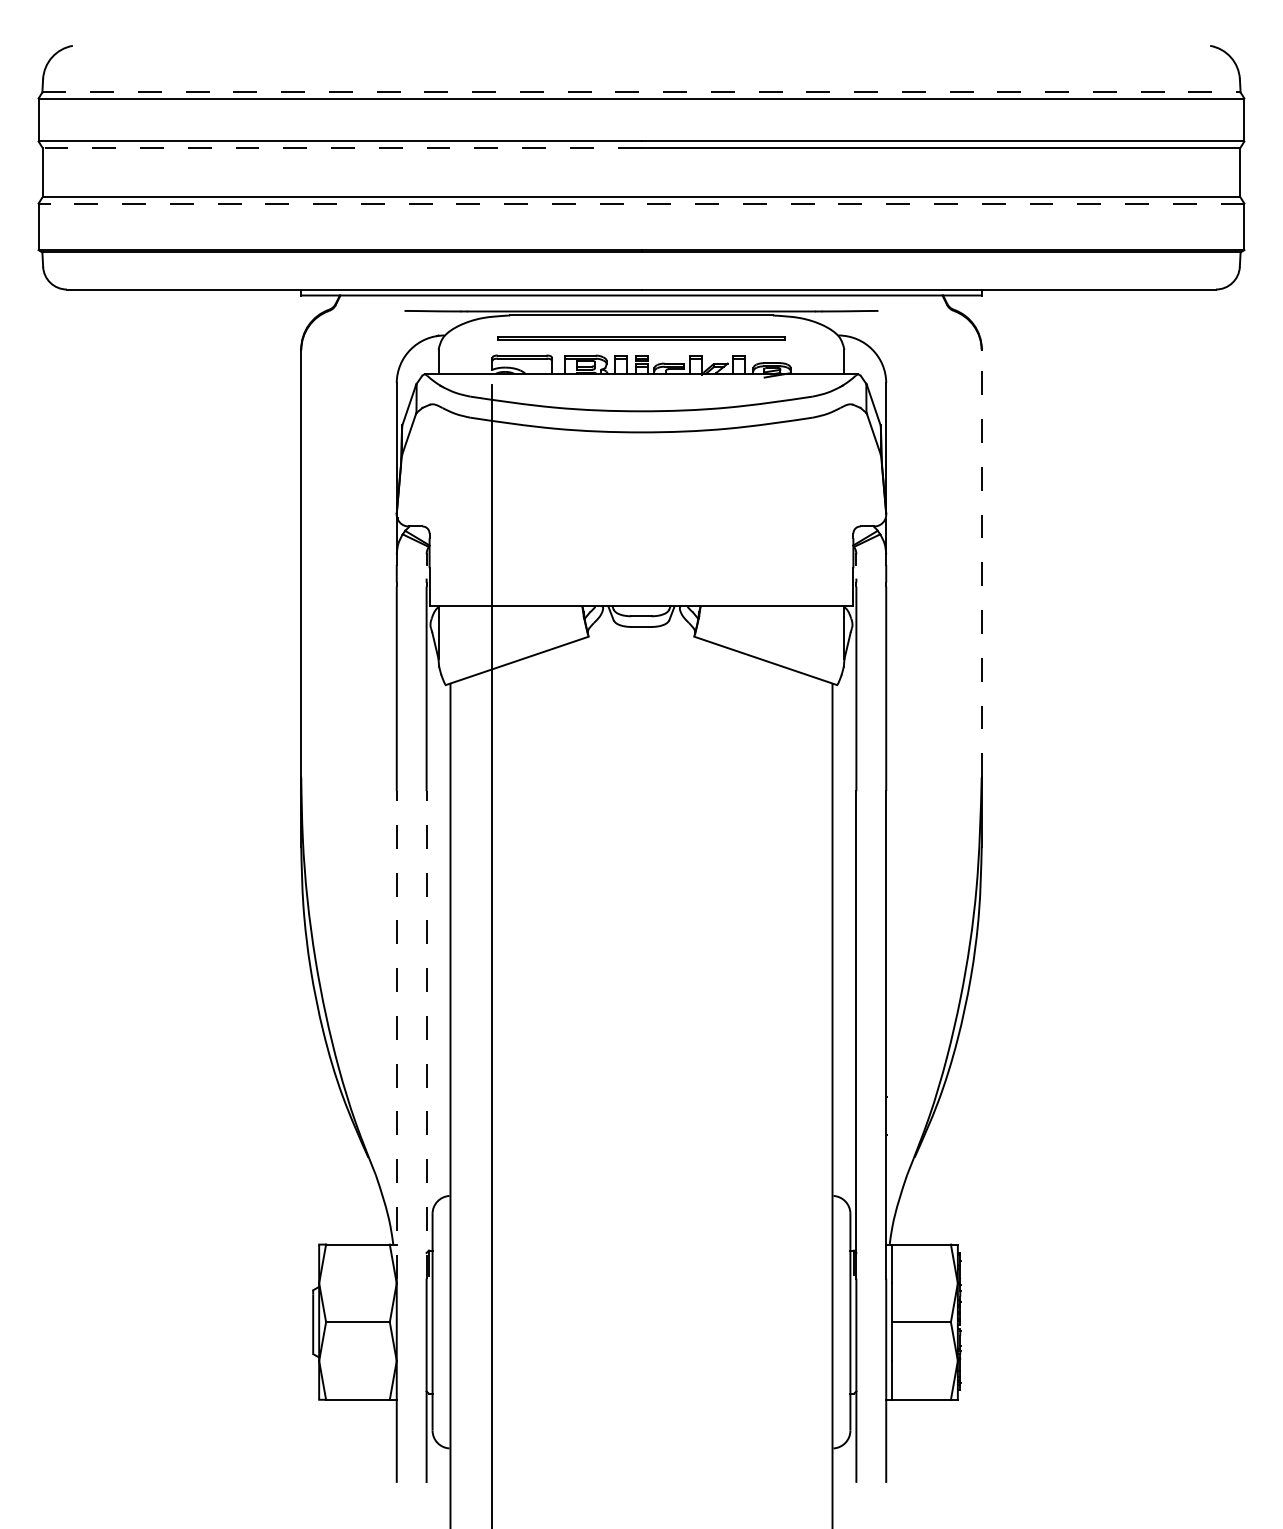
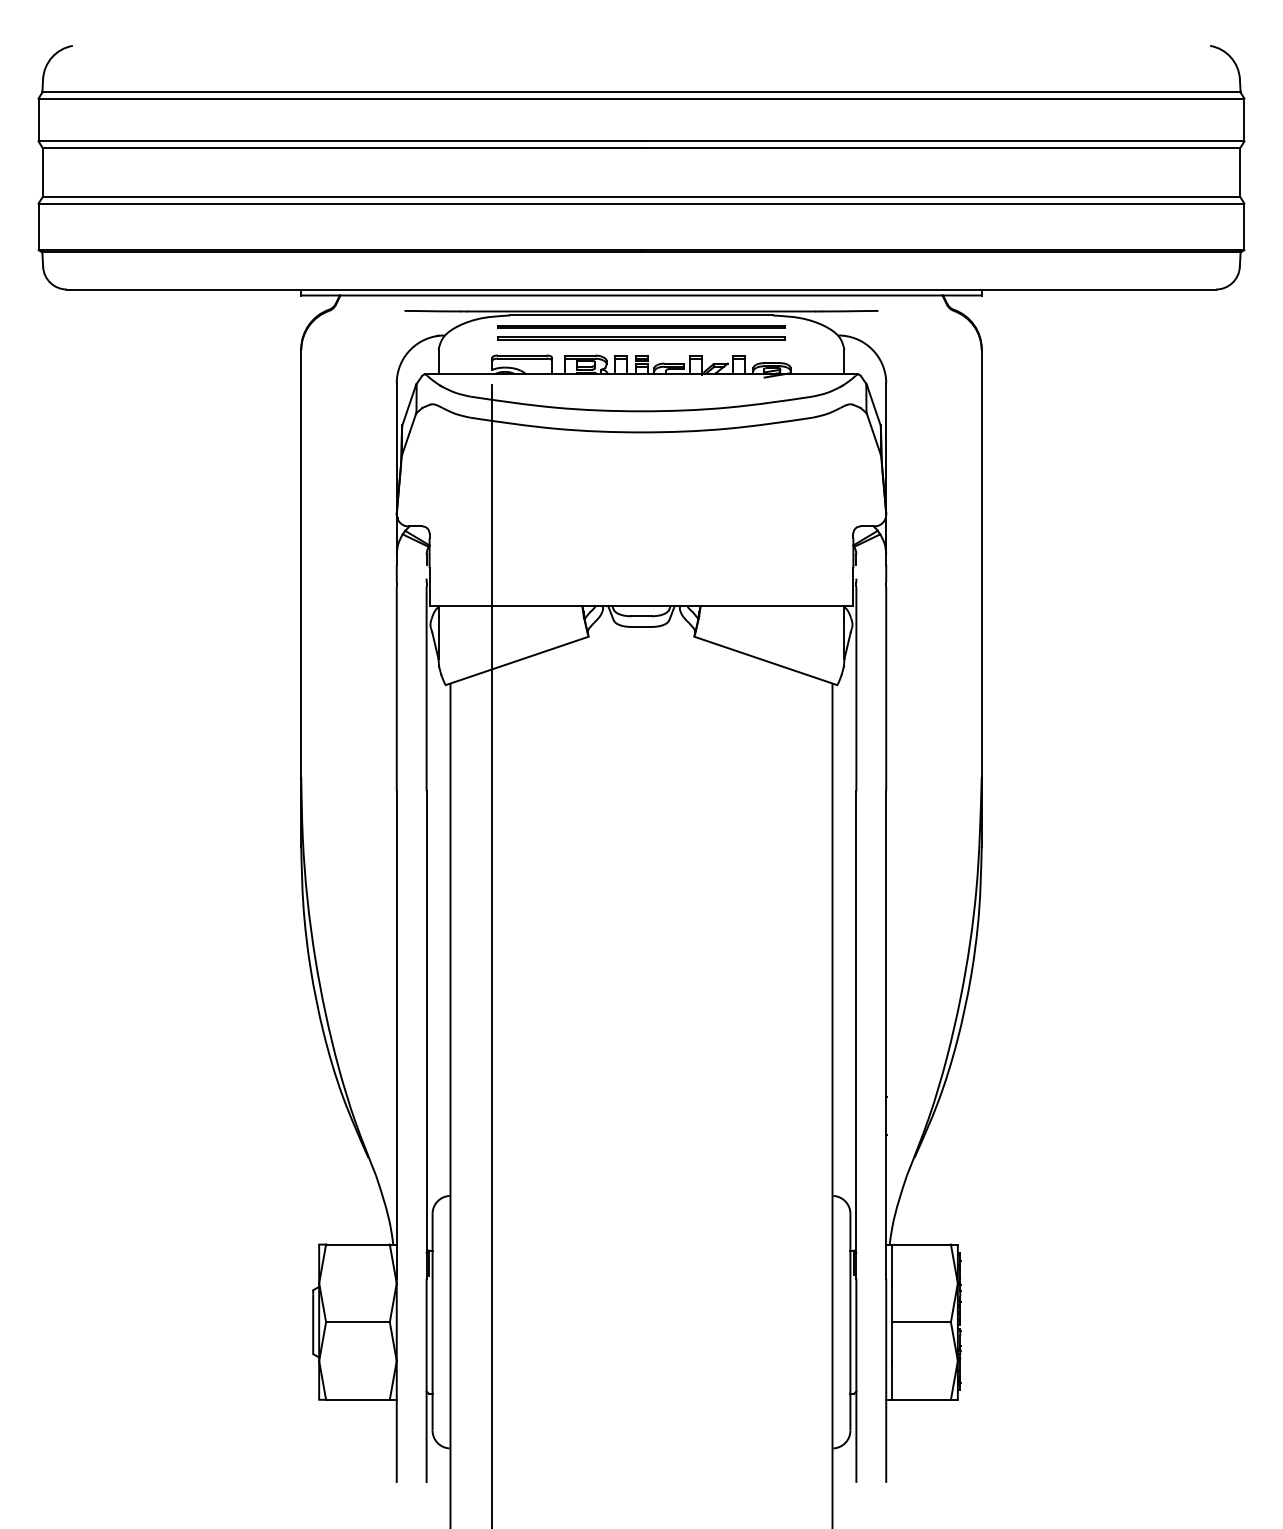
line at (641, 92): dashed -> solid
line at (341, 147): dashed -> solid
line at (641, 203): dashed -> solid
line at (641, 326): none -> present
line at (981, 563): dashed -> solid
line at (396, 1034): dashed -> solid
line at (426, 1034): dashed -> solid
